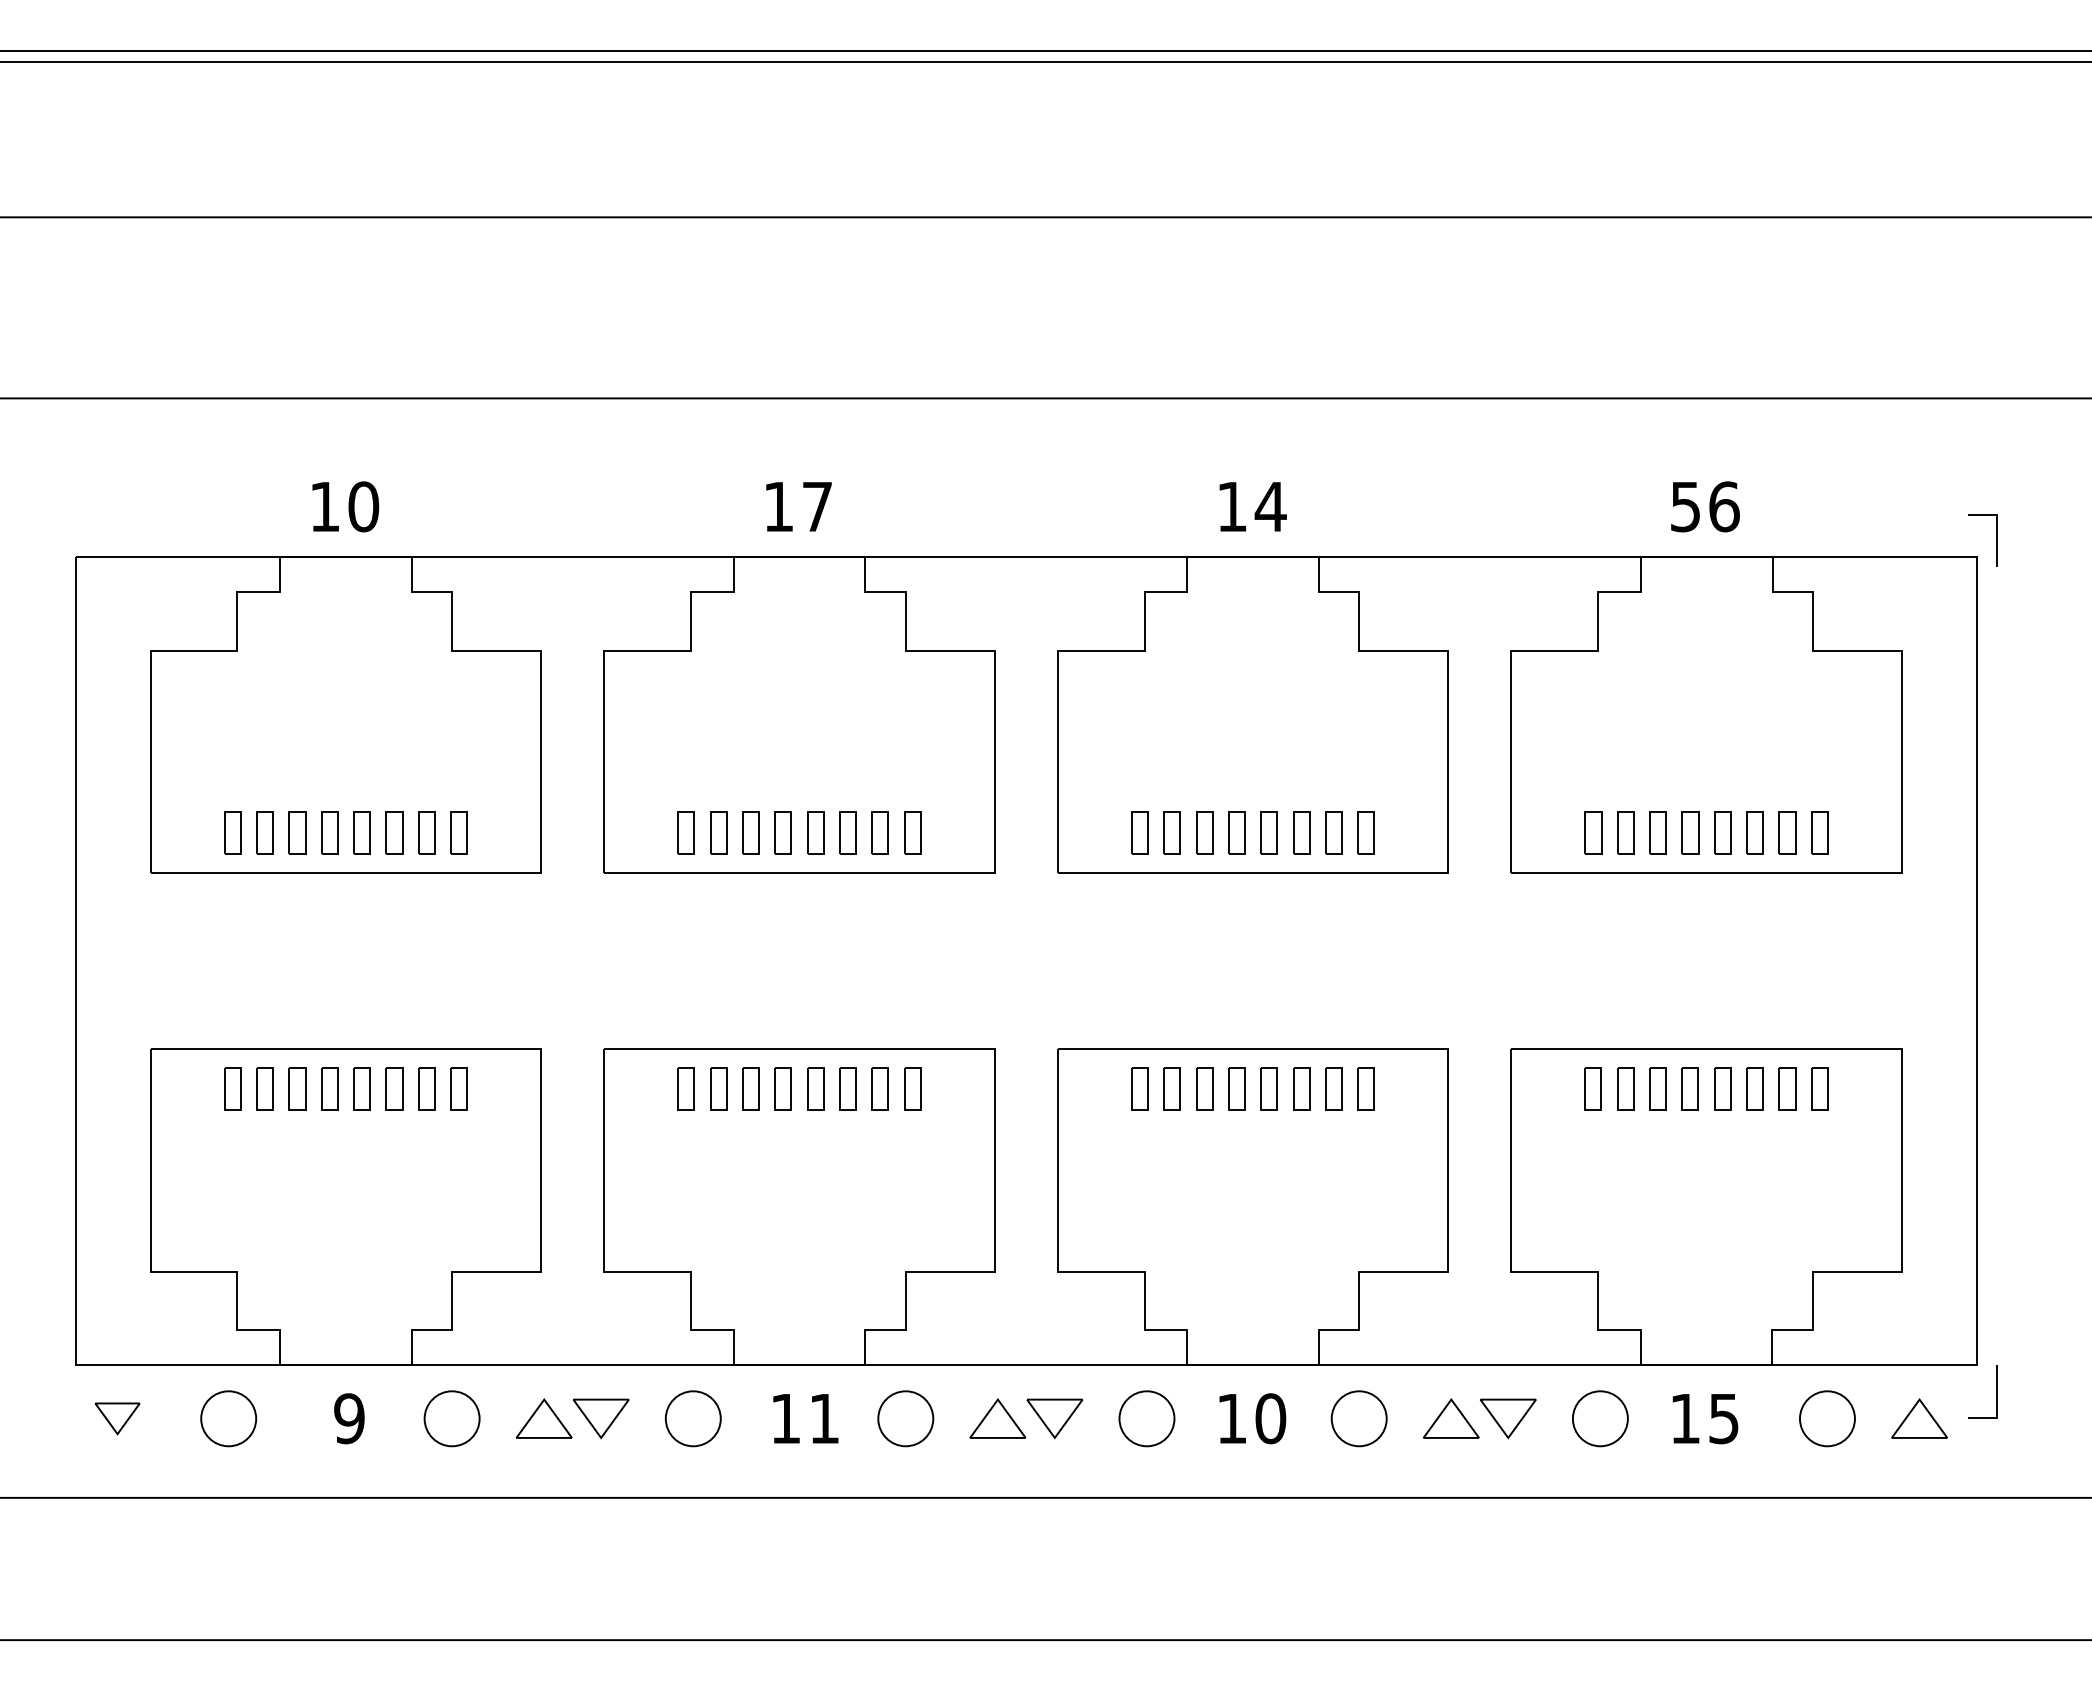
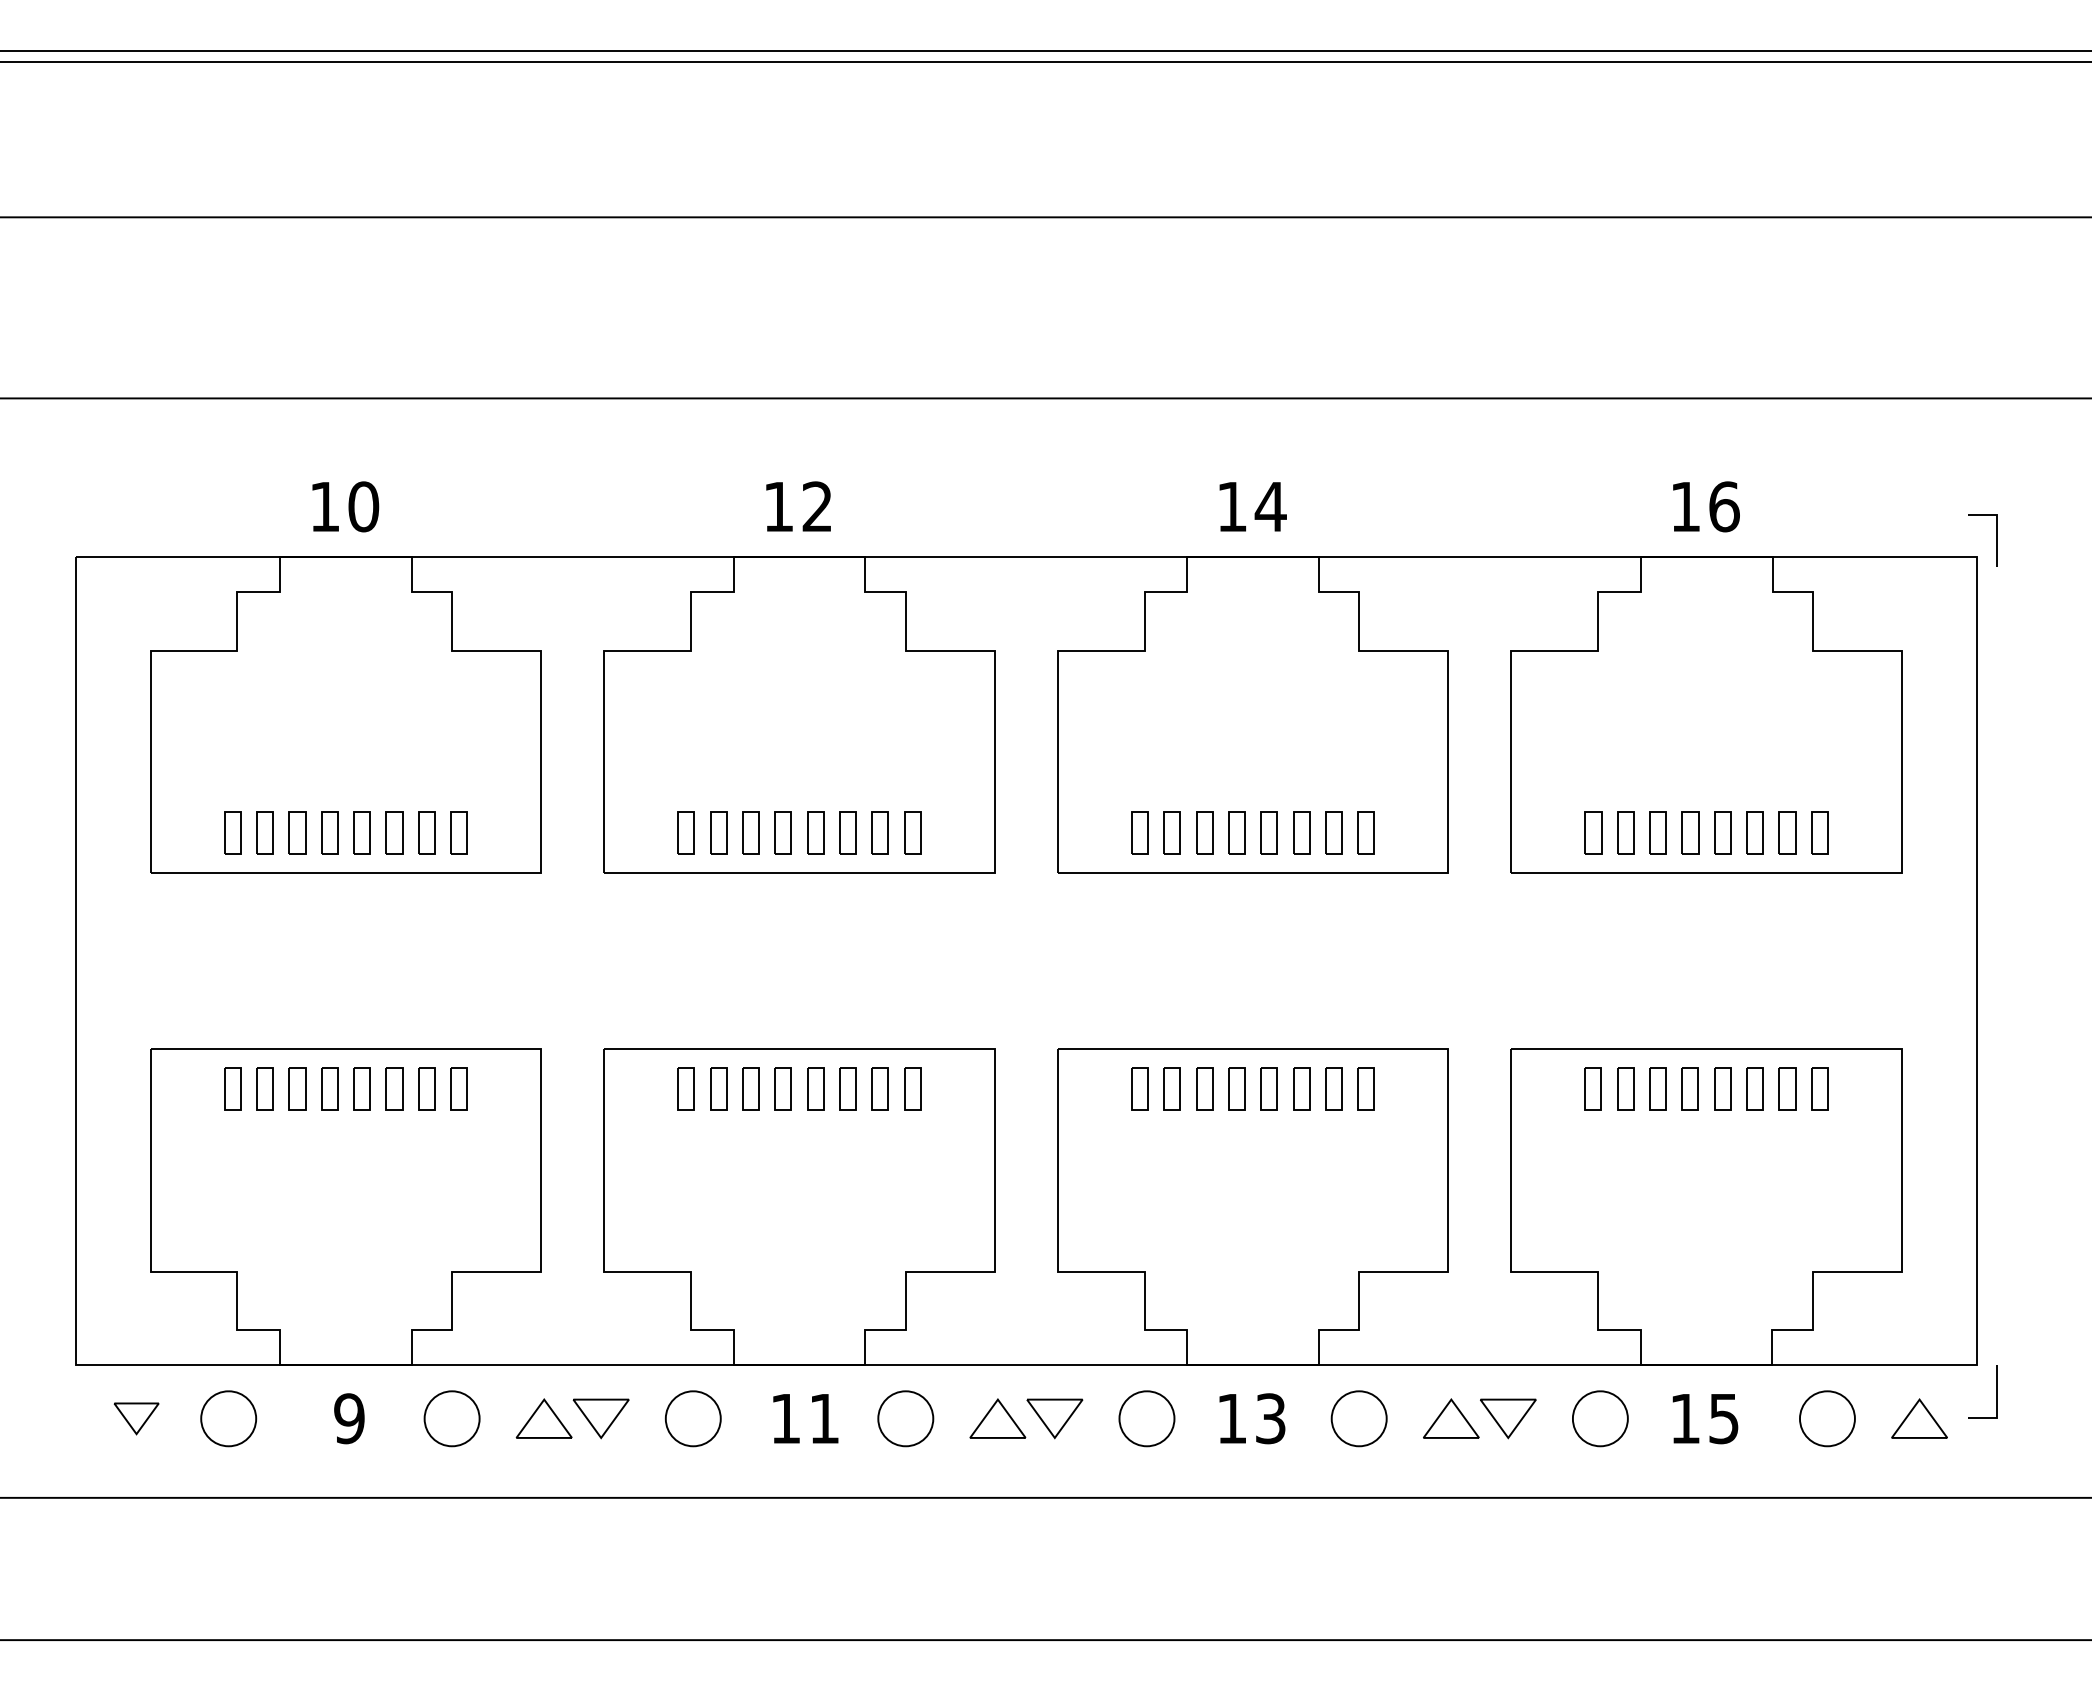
text at (816, 506): 17 -> 12
text at (1685, 507): 56 -> 16
part at (117, 1418) position: (117, 1418) -> (136, 1418)
text at (1270, 1418): 10 -> 13
